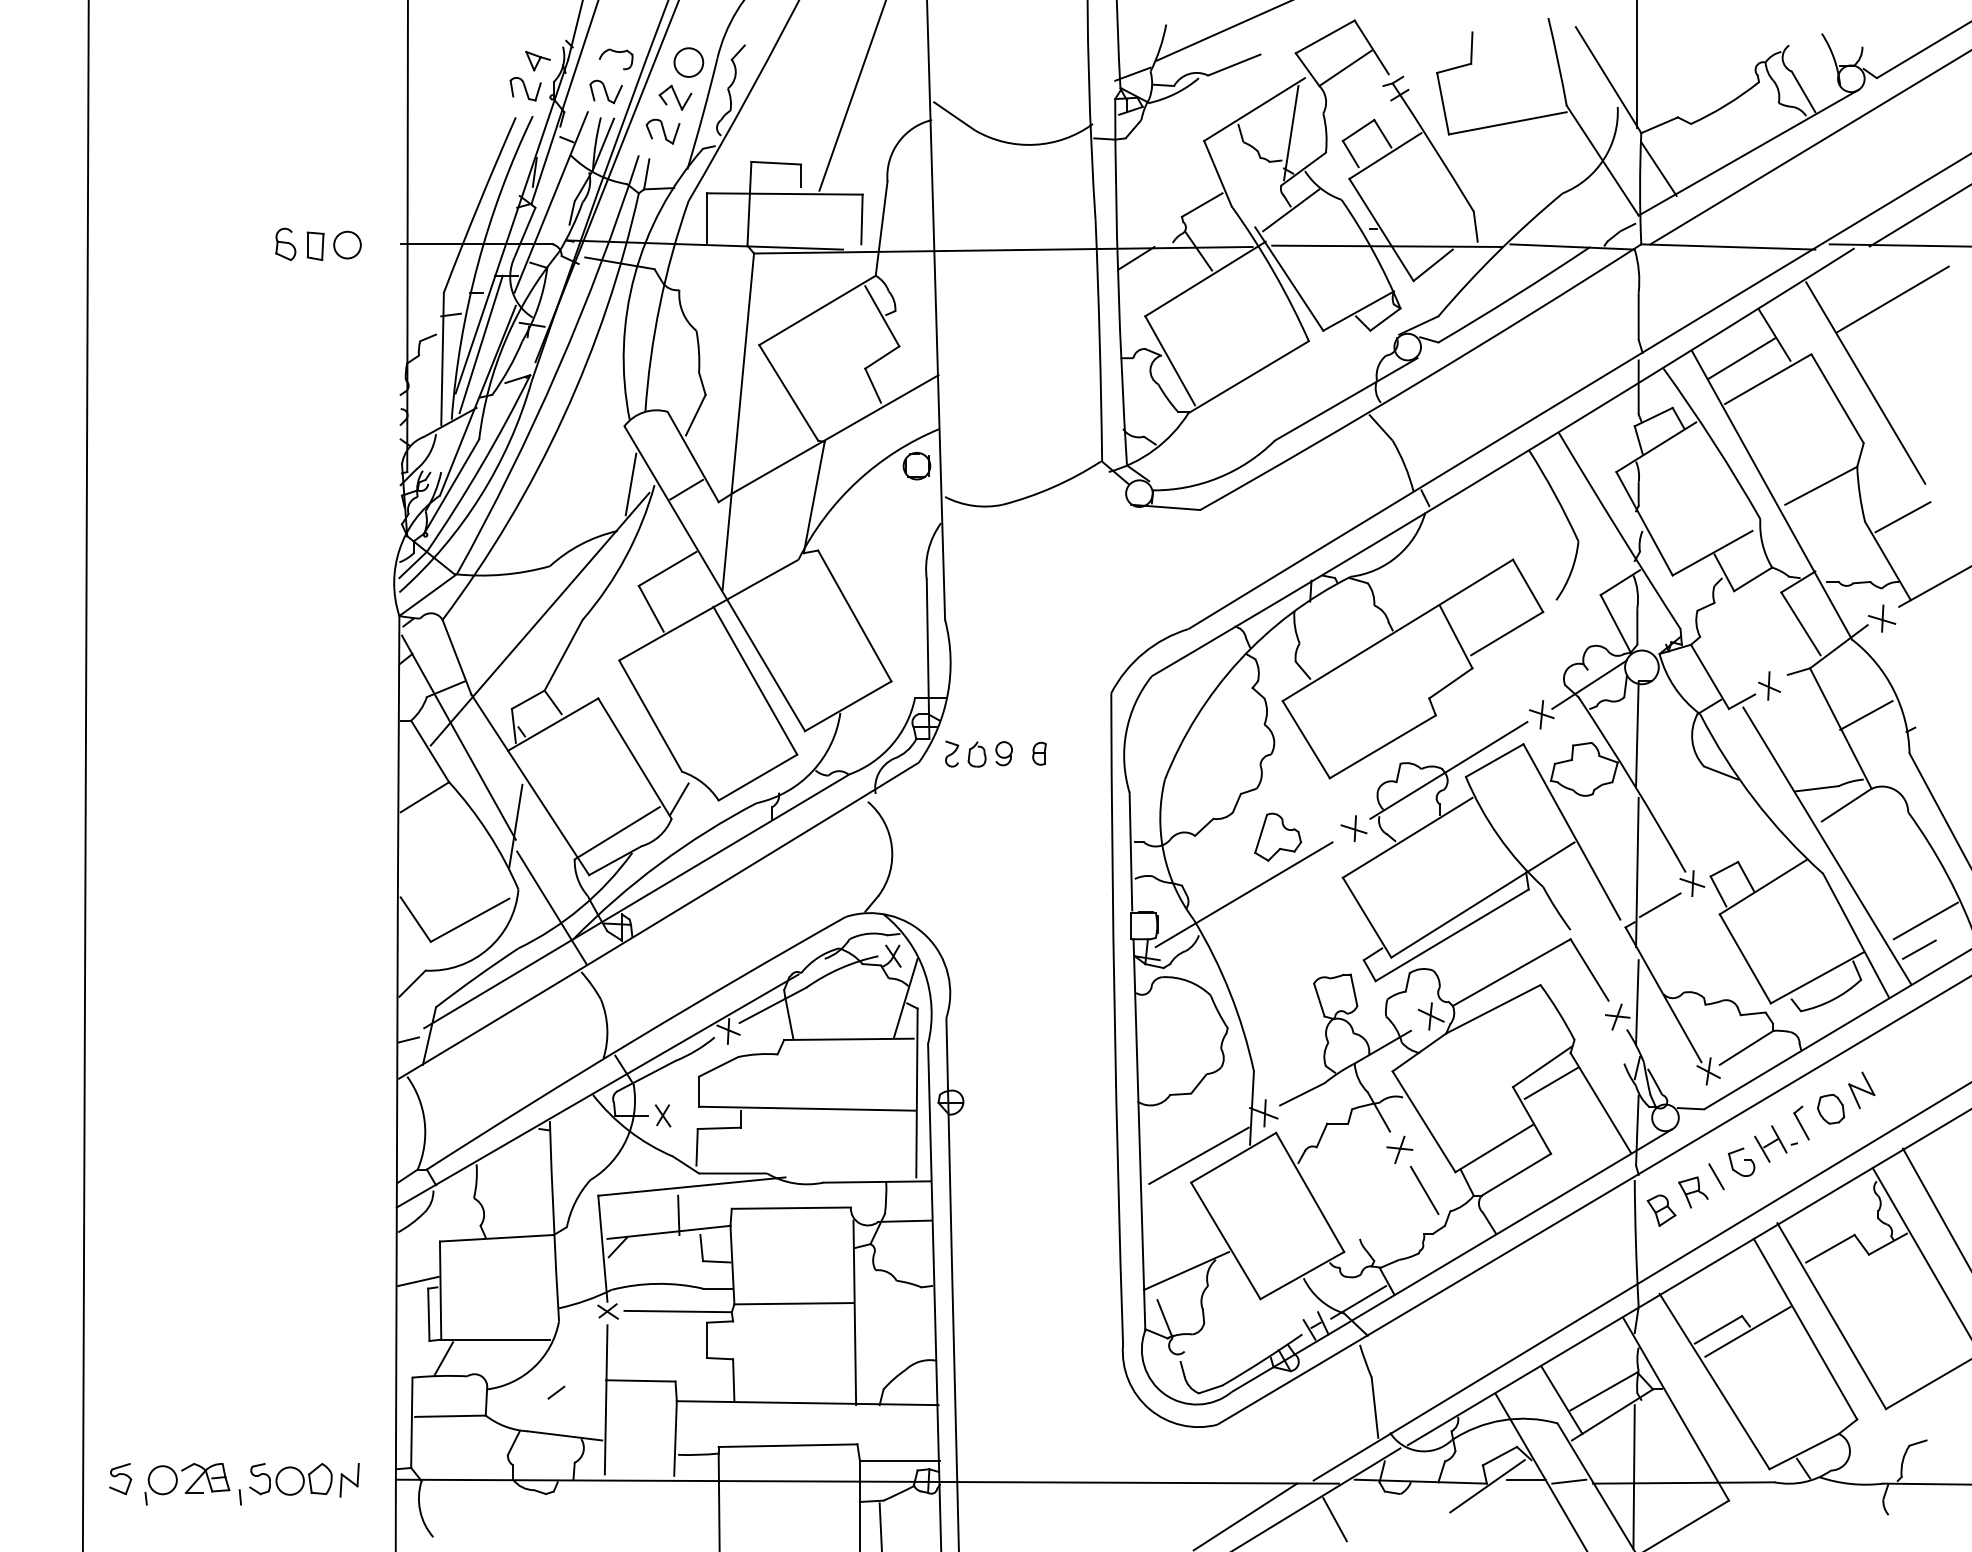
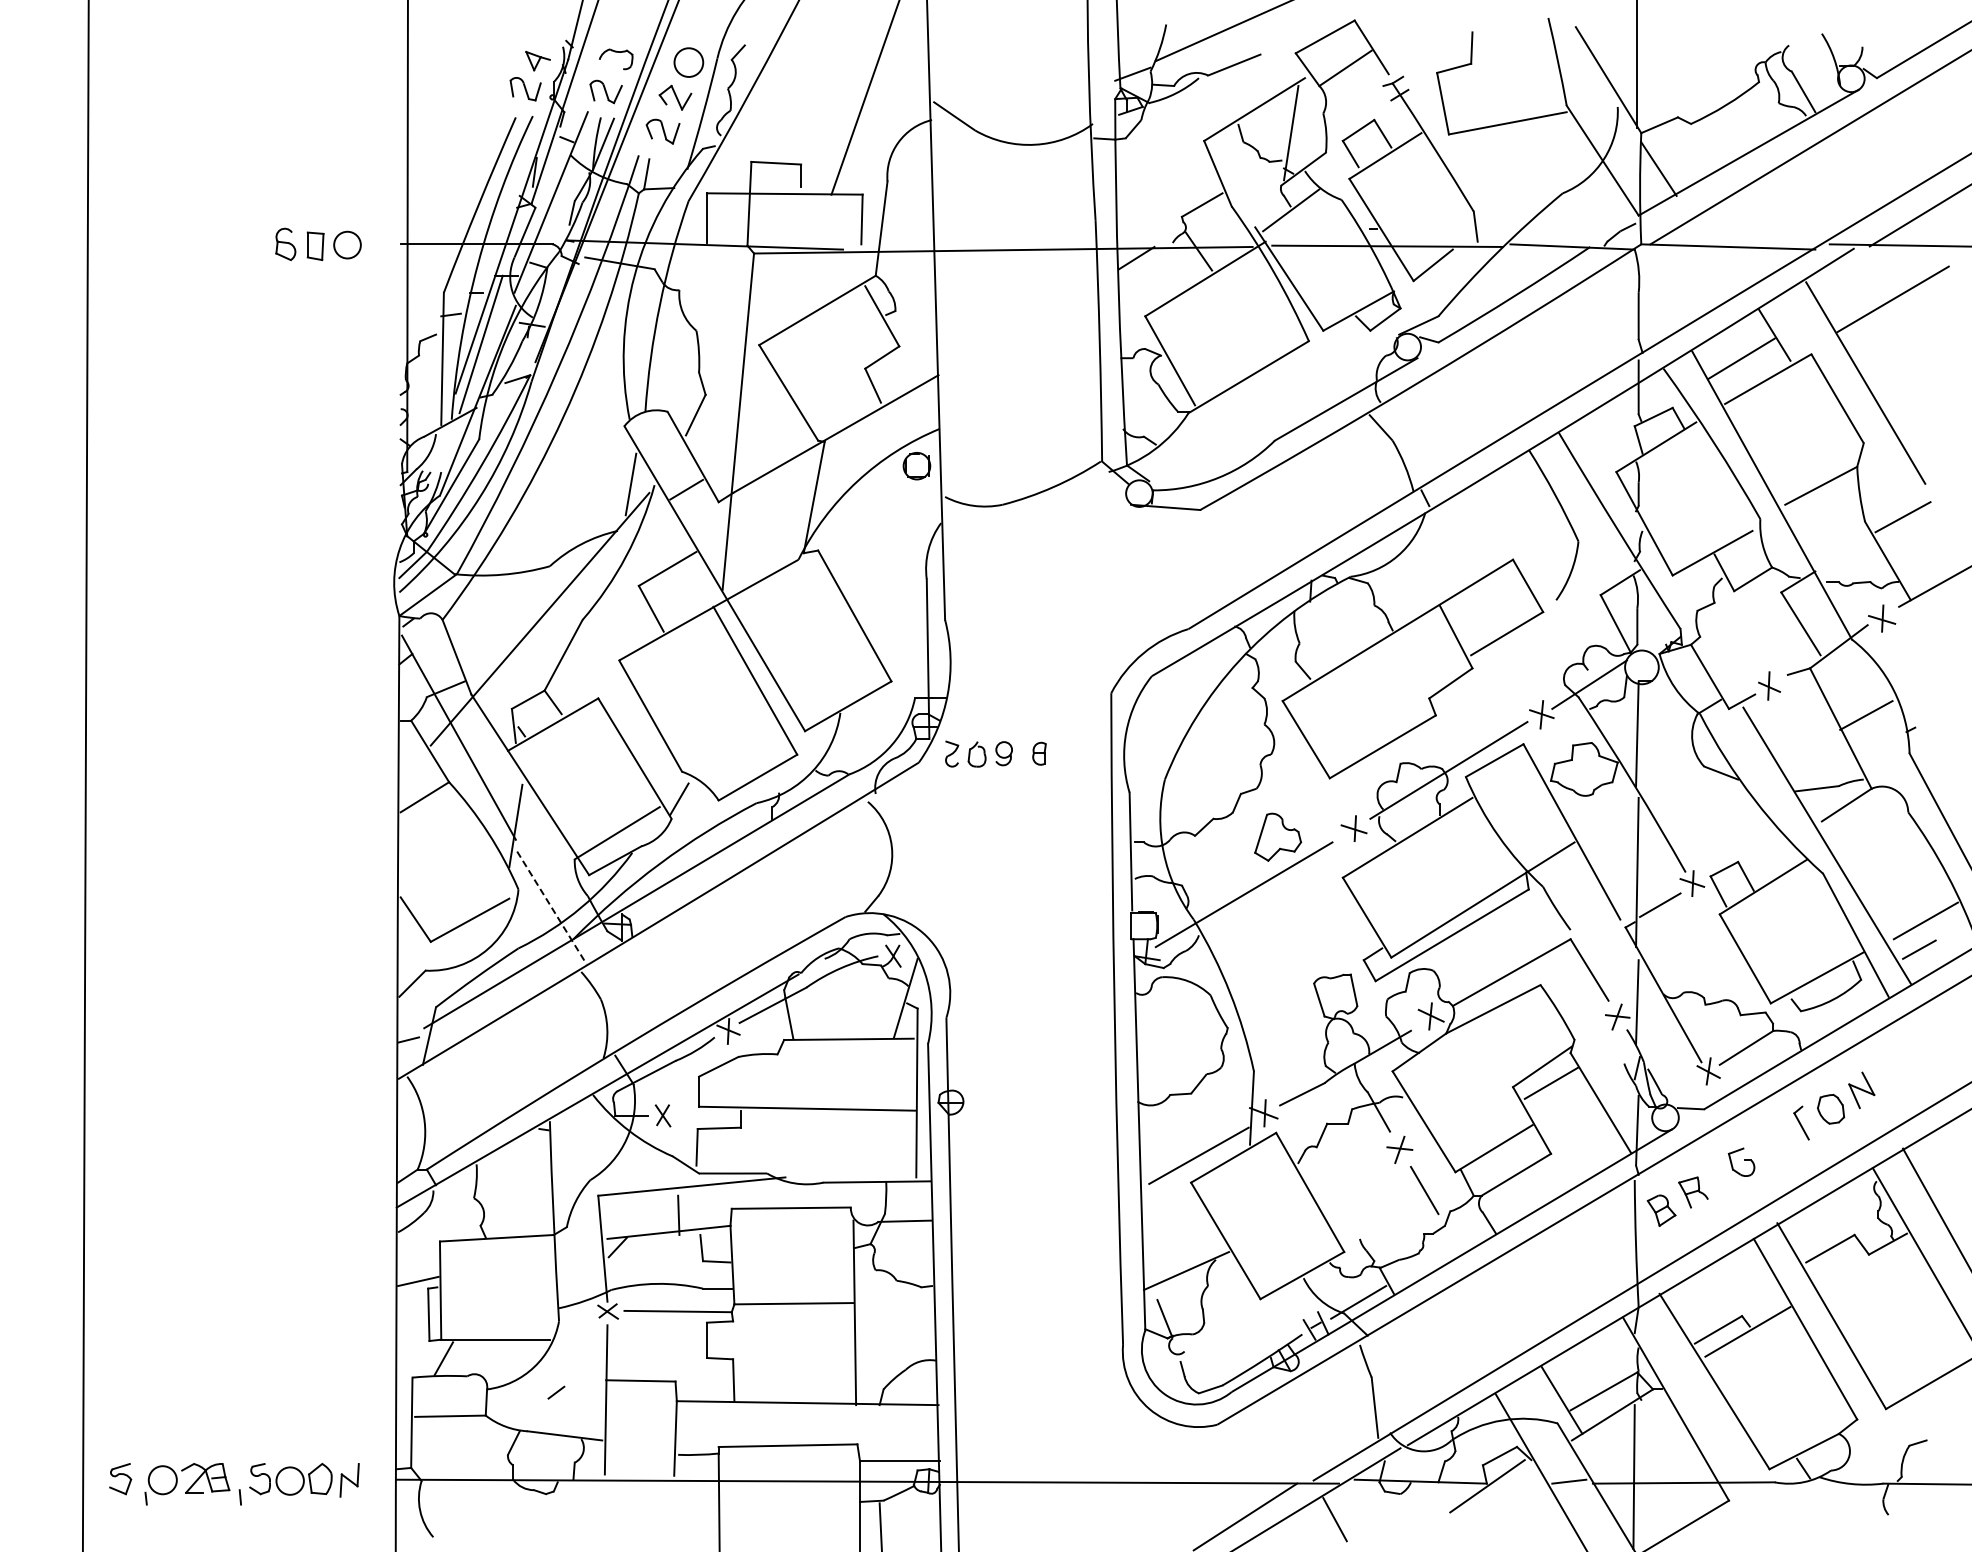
line at (852, 96) position: (852, 96) -> (864, 98)
line at (552, 908): solid -> dashed
part at (1775, 1143): present -> none
line at (1716, 1176): present -> none
line at (1525, 1479): present -> none
